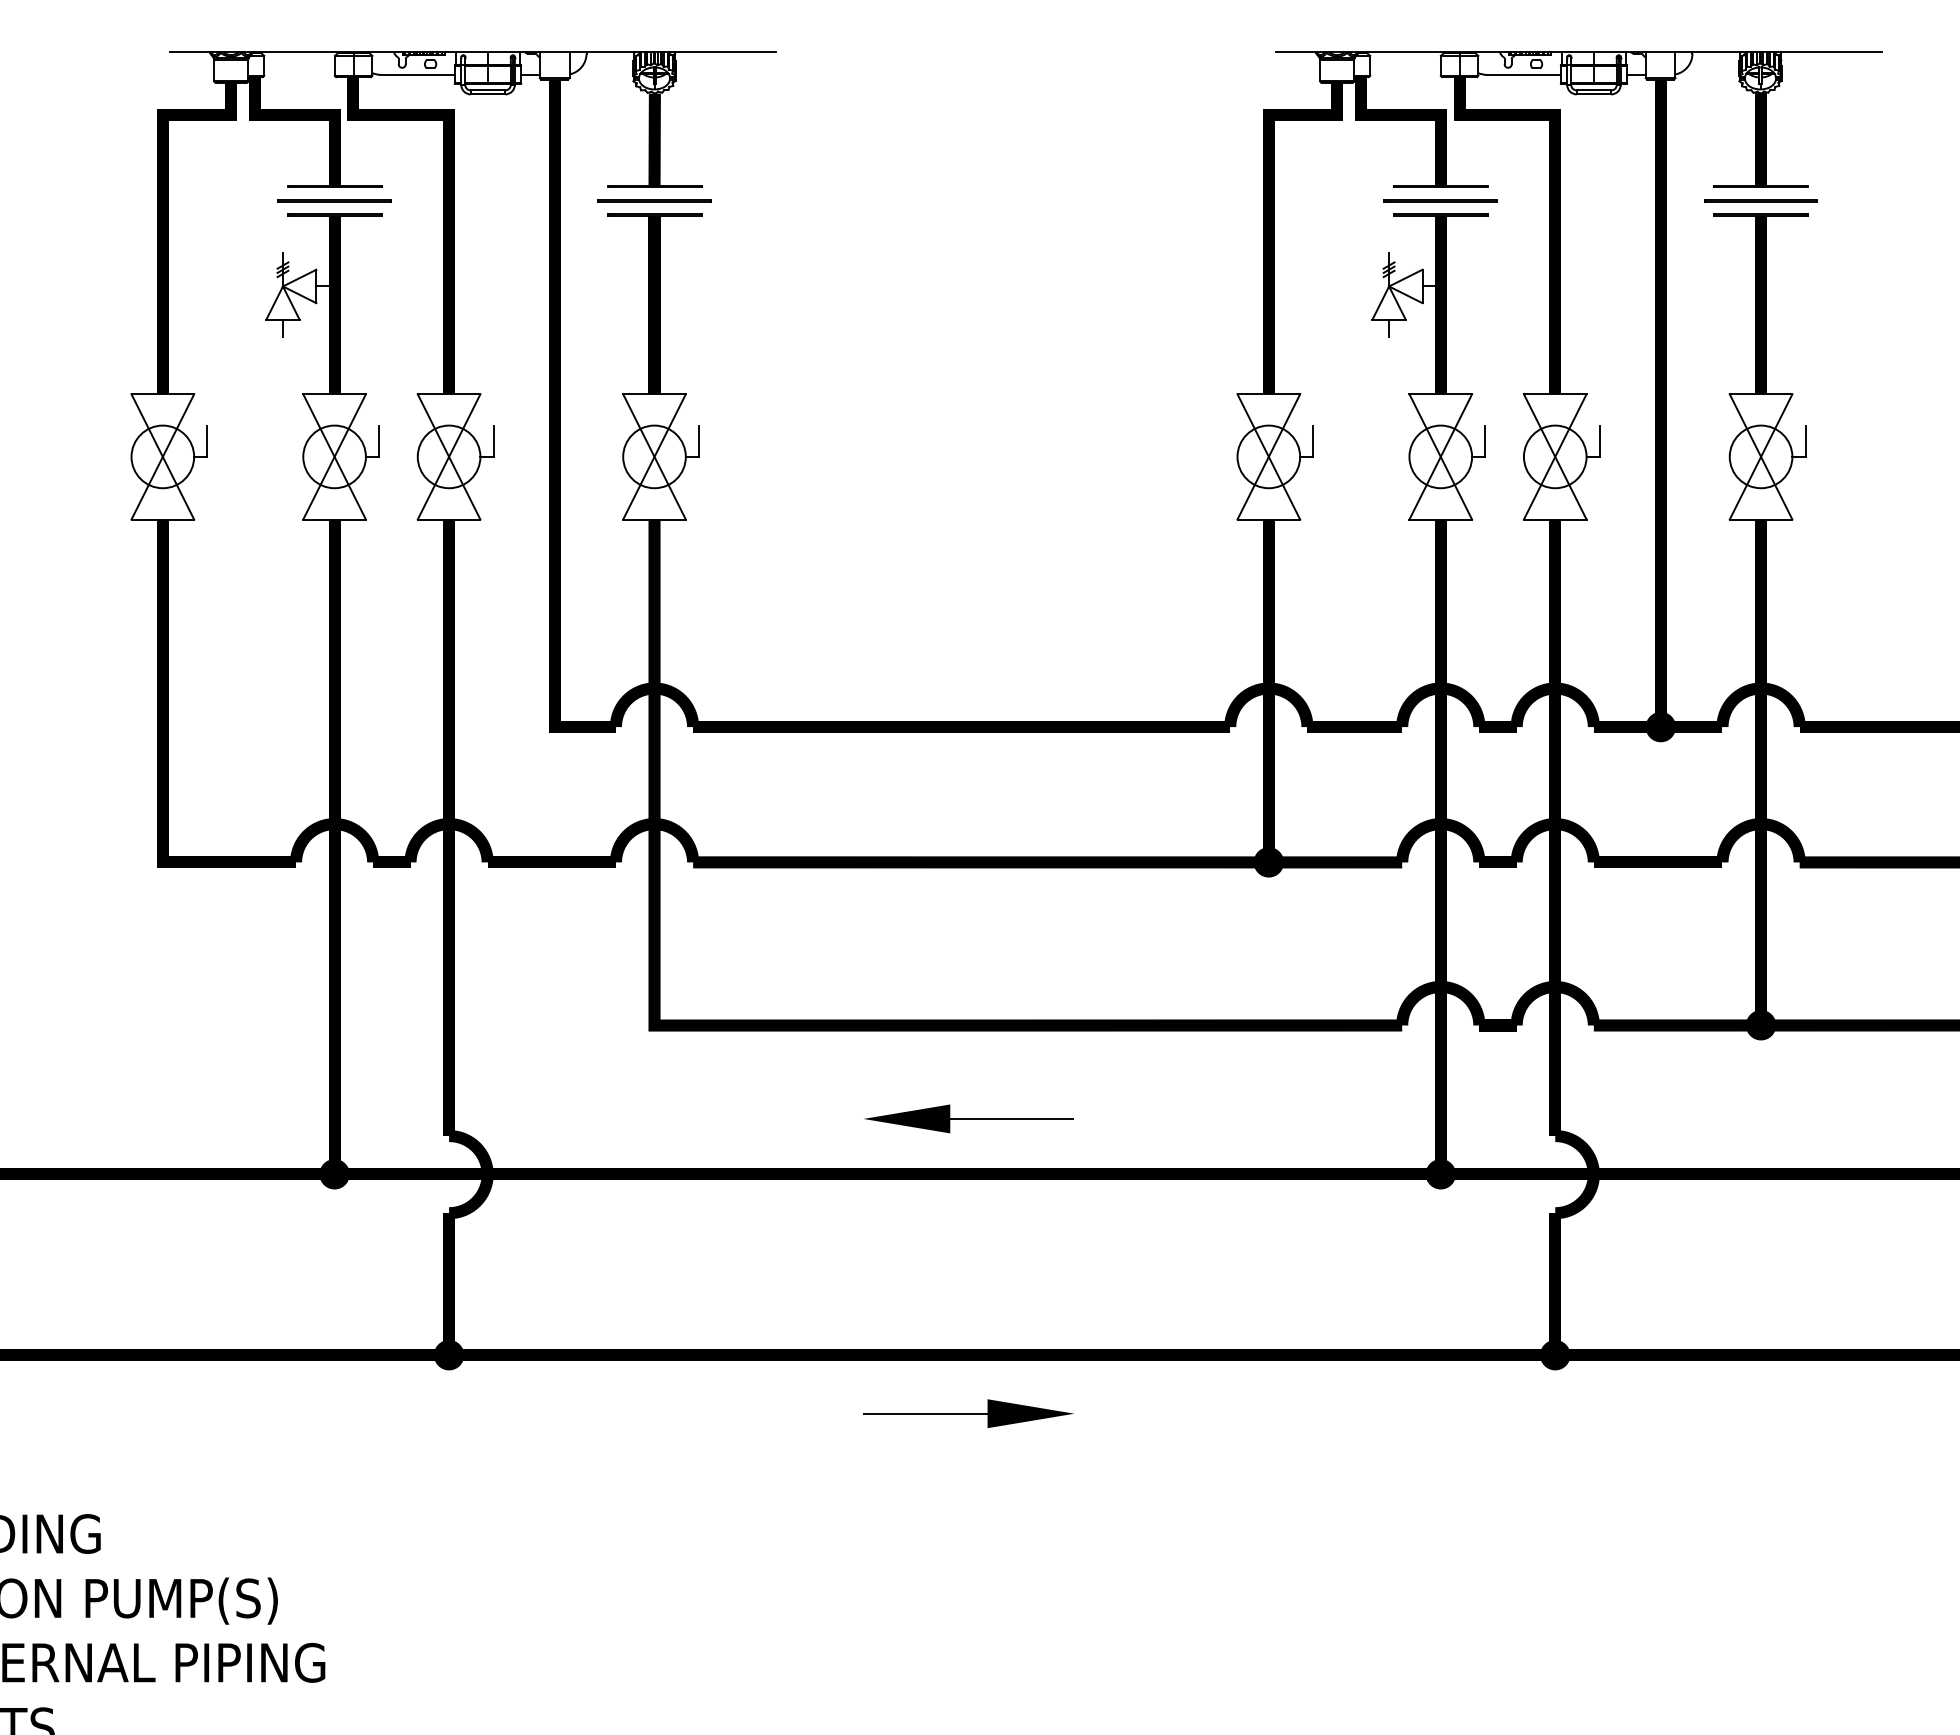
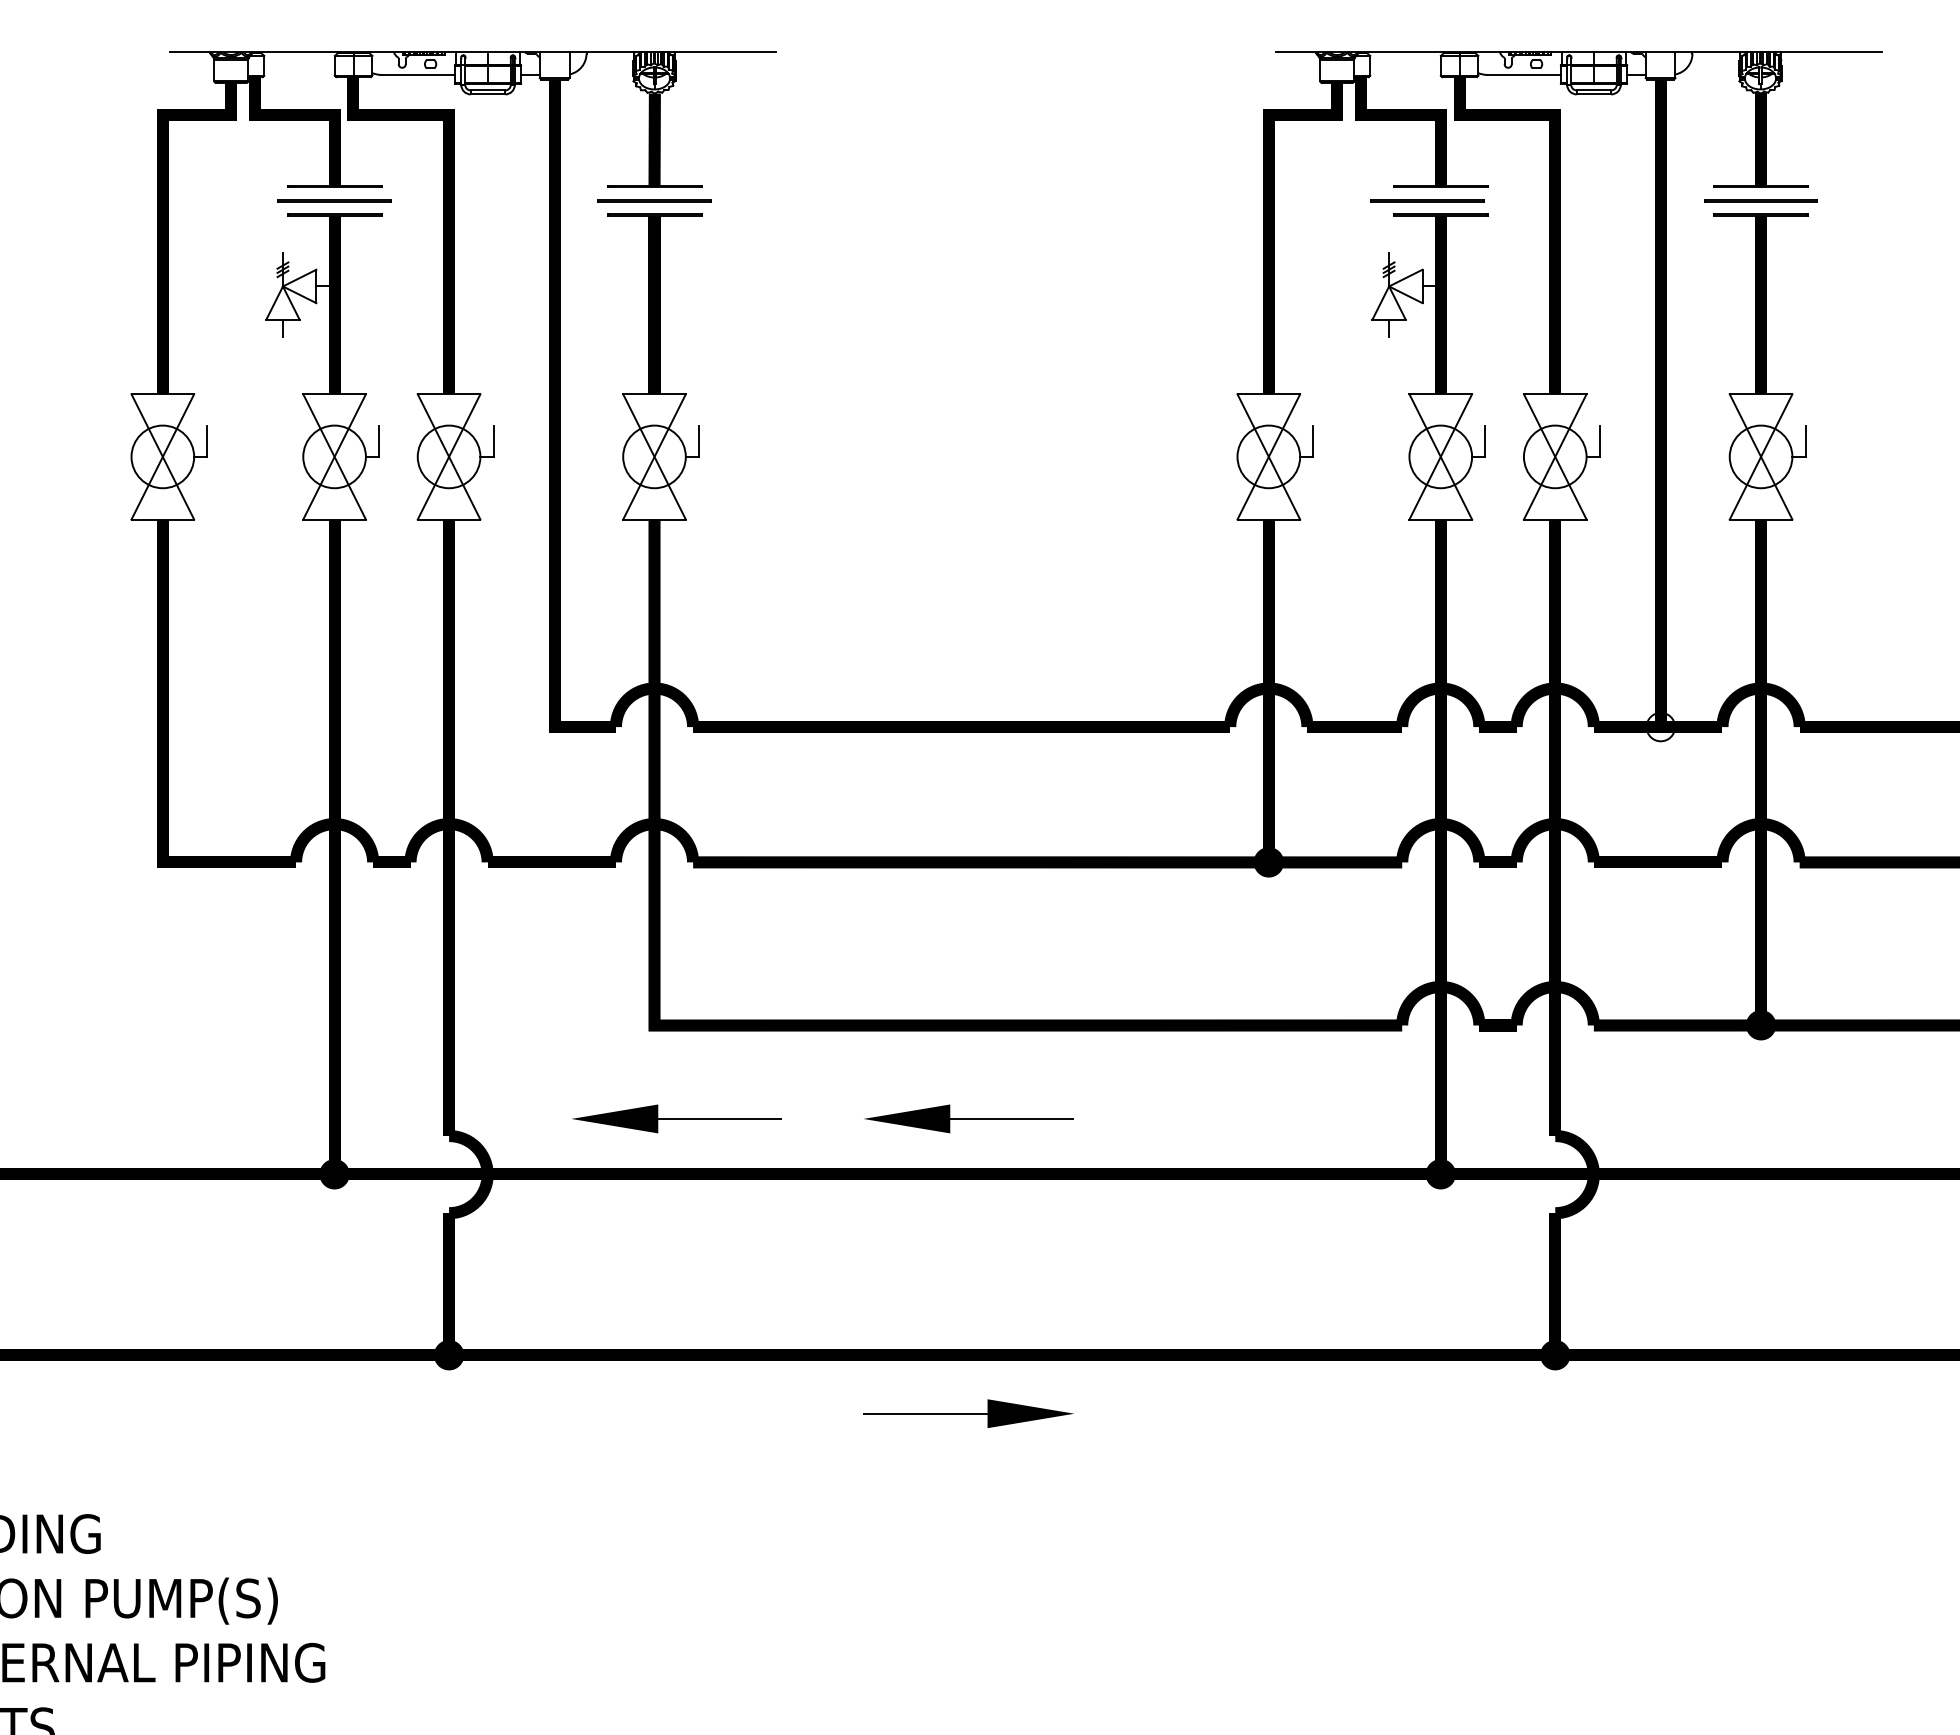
line at (1440, 200) position: (1440, 200) -> (1427, 200)
fill at (1660, 726): present -> none
part at (676, 1118): none -> present
